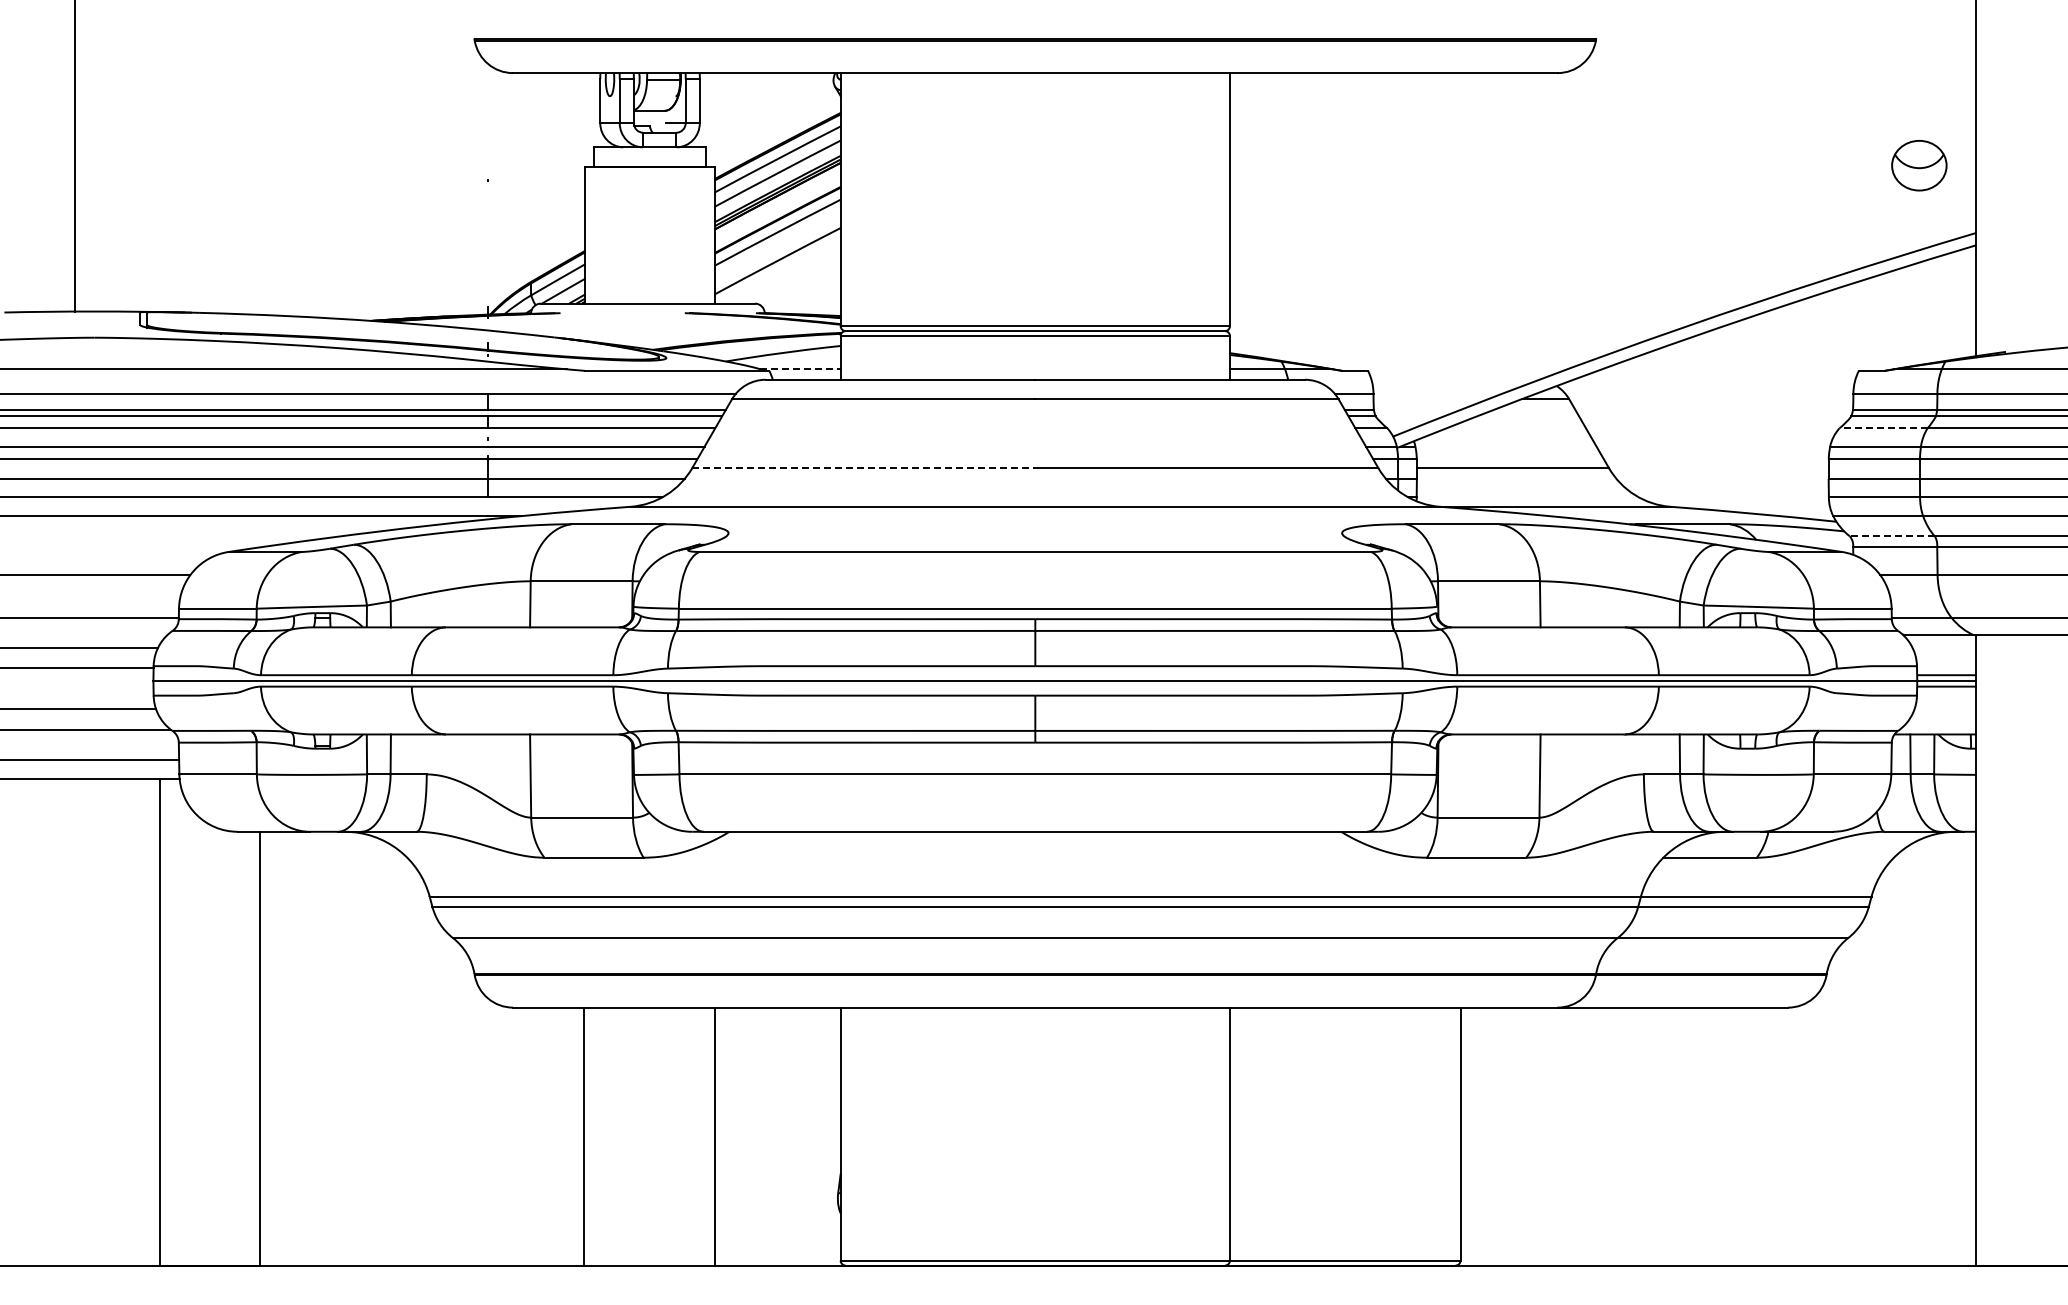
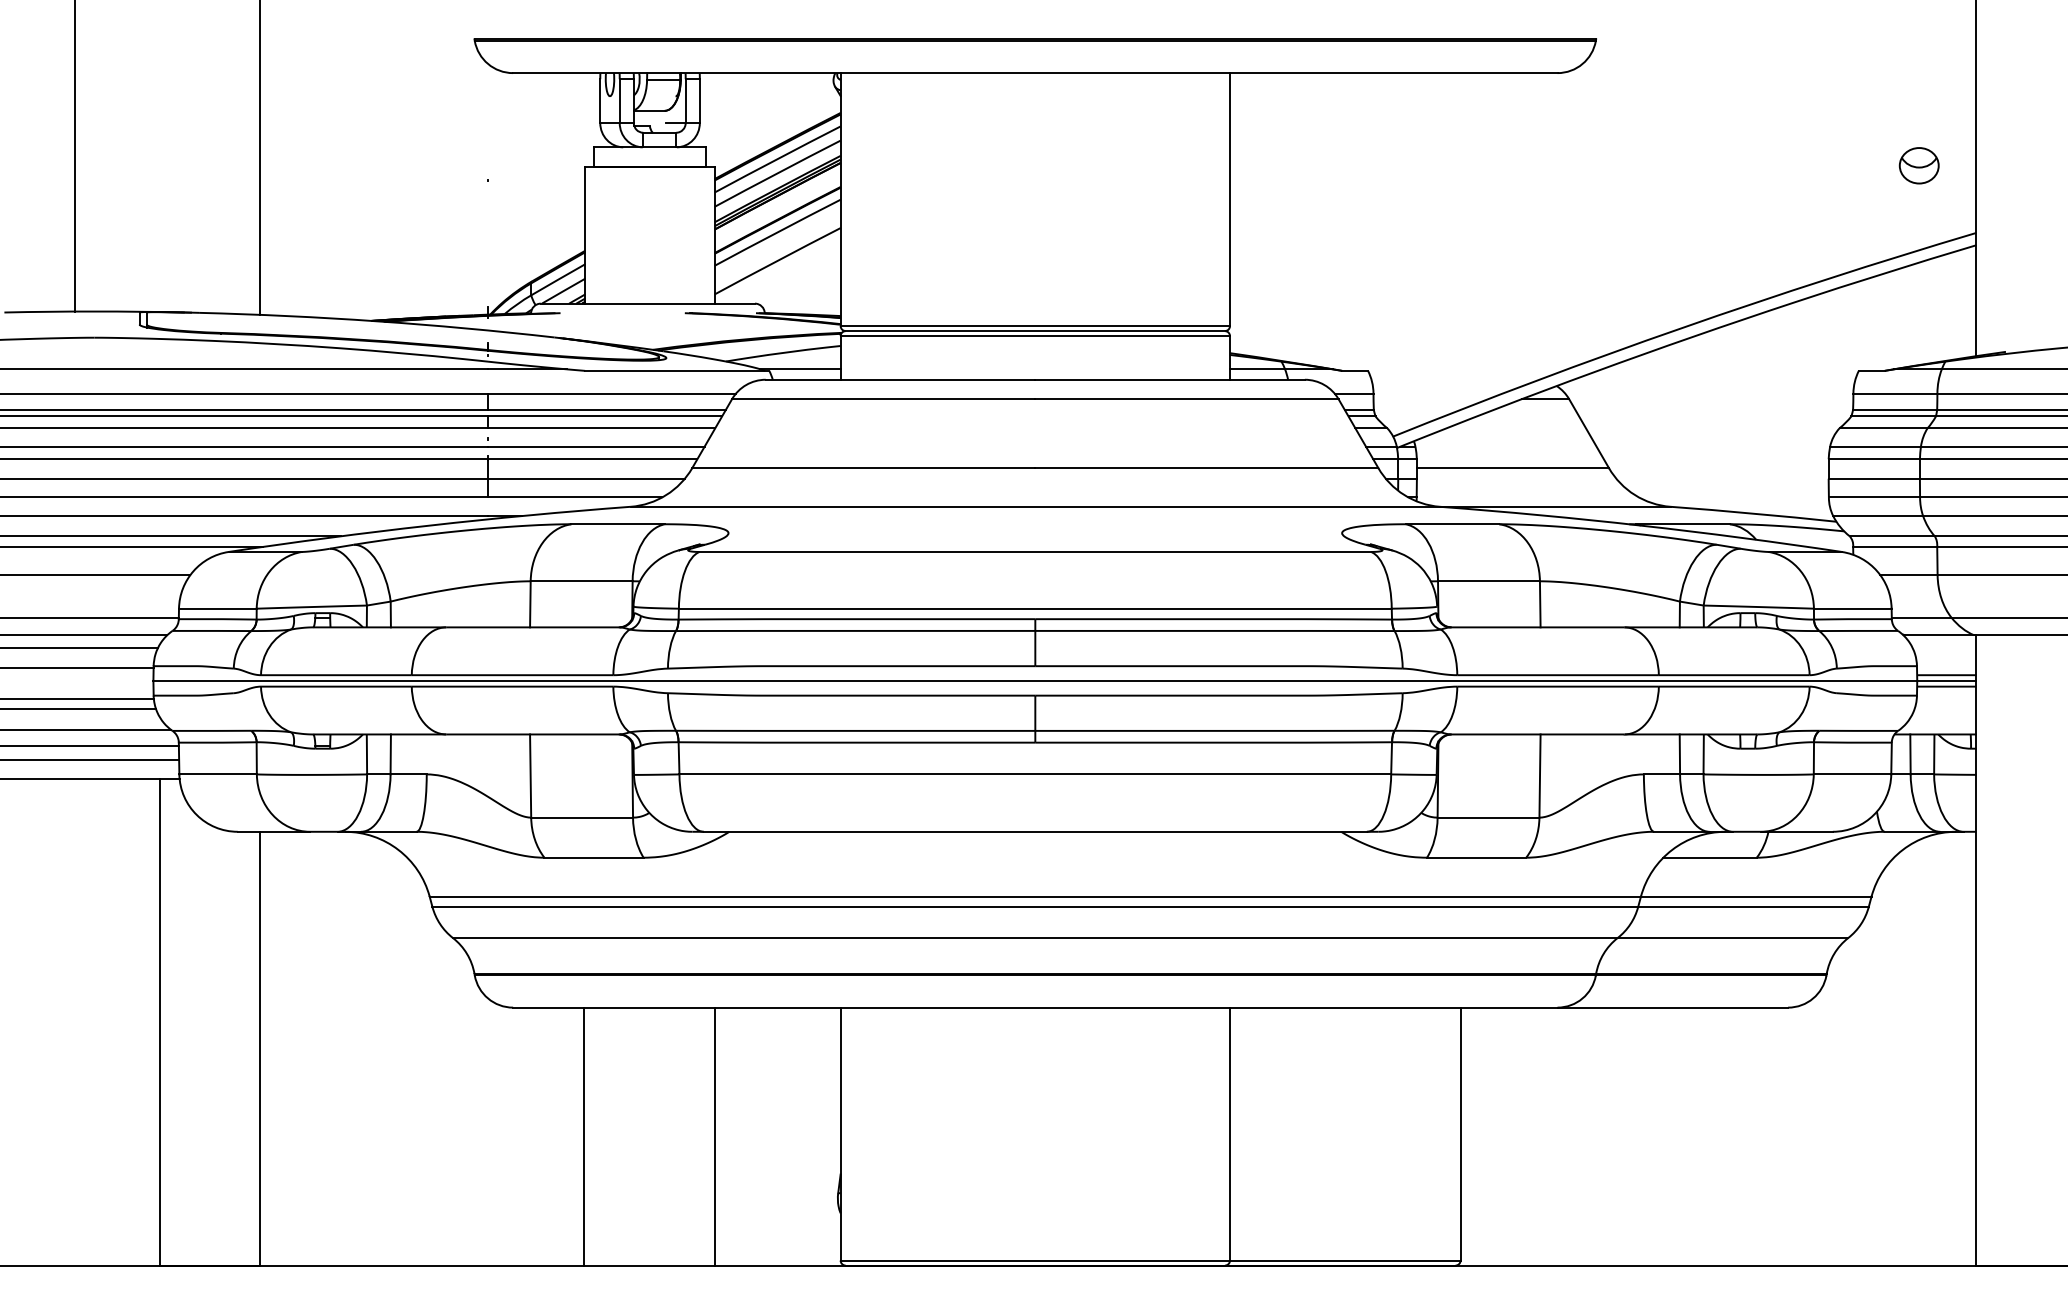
line at (259, 158): none -> present
part at (1919, 165) size: 57x52 px -> 42x38 px
line at (801, 369): dashed -> solid
line at (1883, 428): dashed -> solid
line at (863, 468): dashed -> solid
line at (171, 536): none -> present
line at (1892, 536): dashed -> solid
line at (132, 546): none -> present
line at (84, 635): none -> present
line at (77, 699): none -> present
line at (90, 745): none -> present
